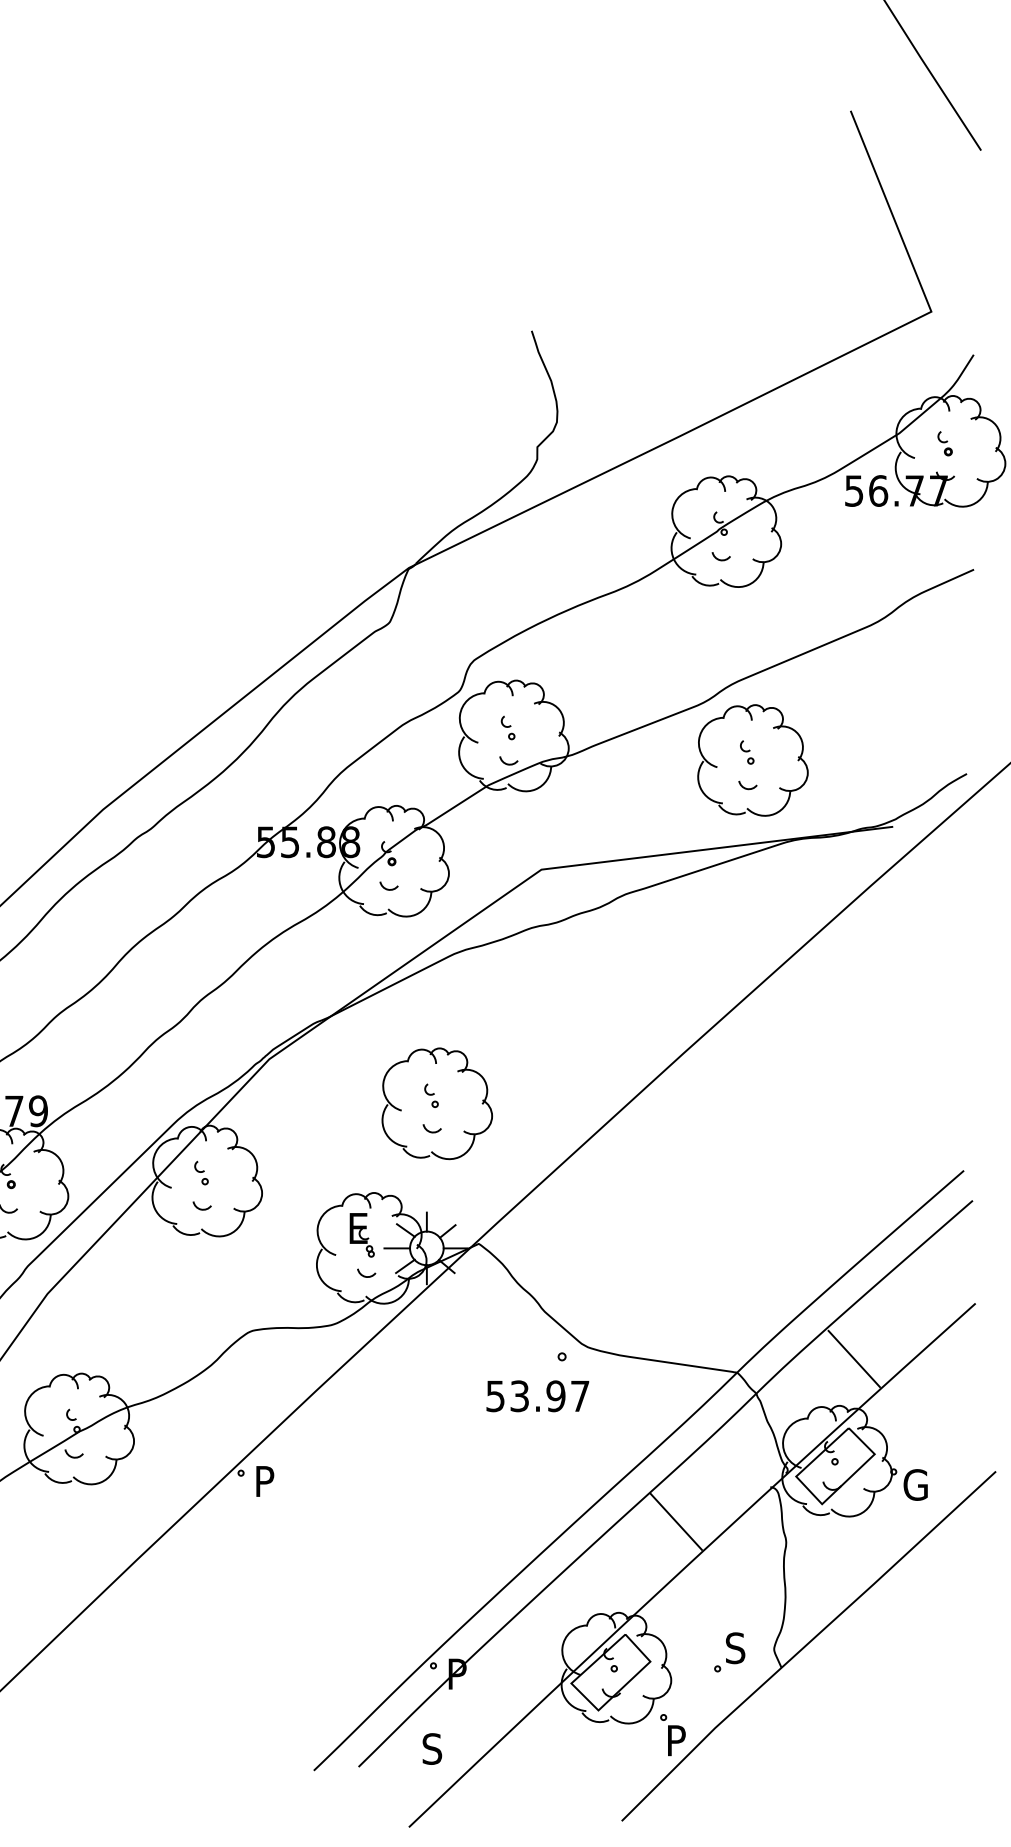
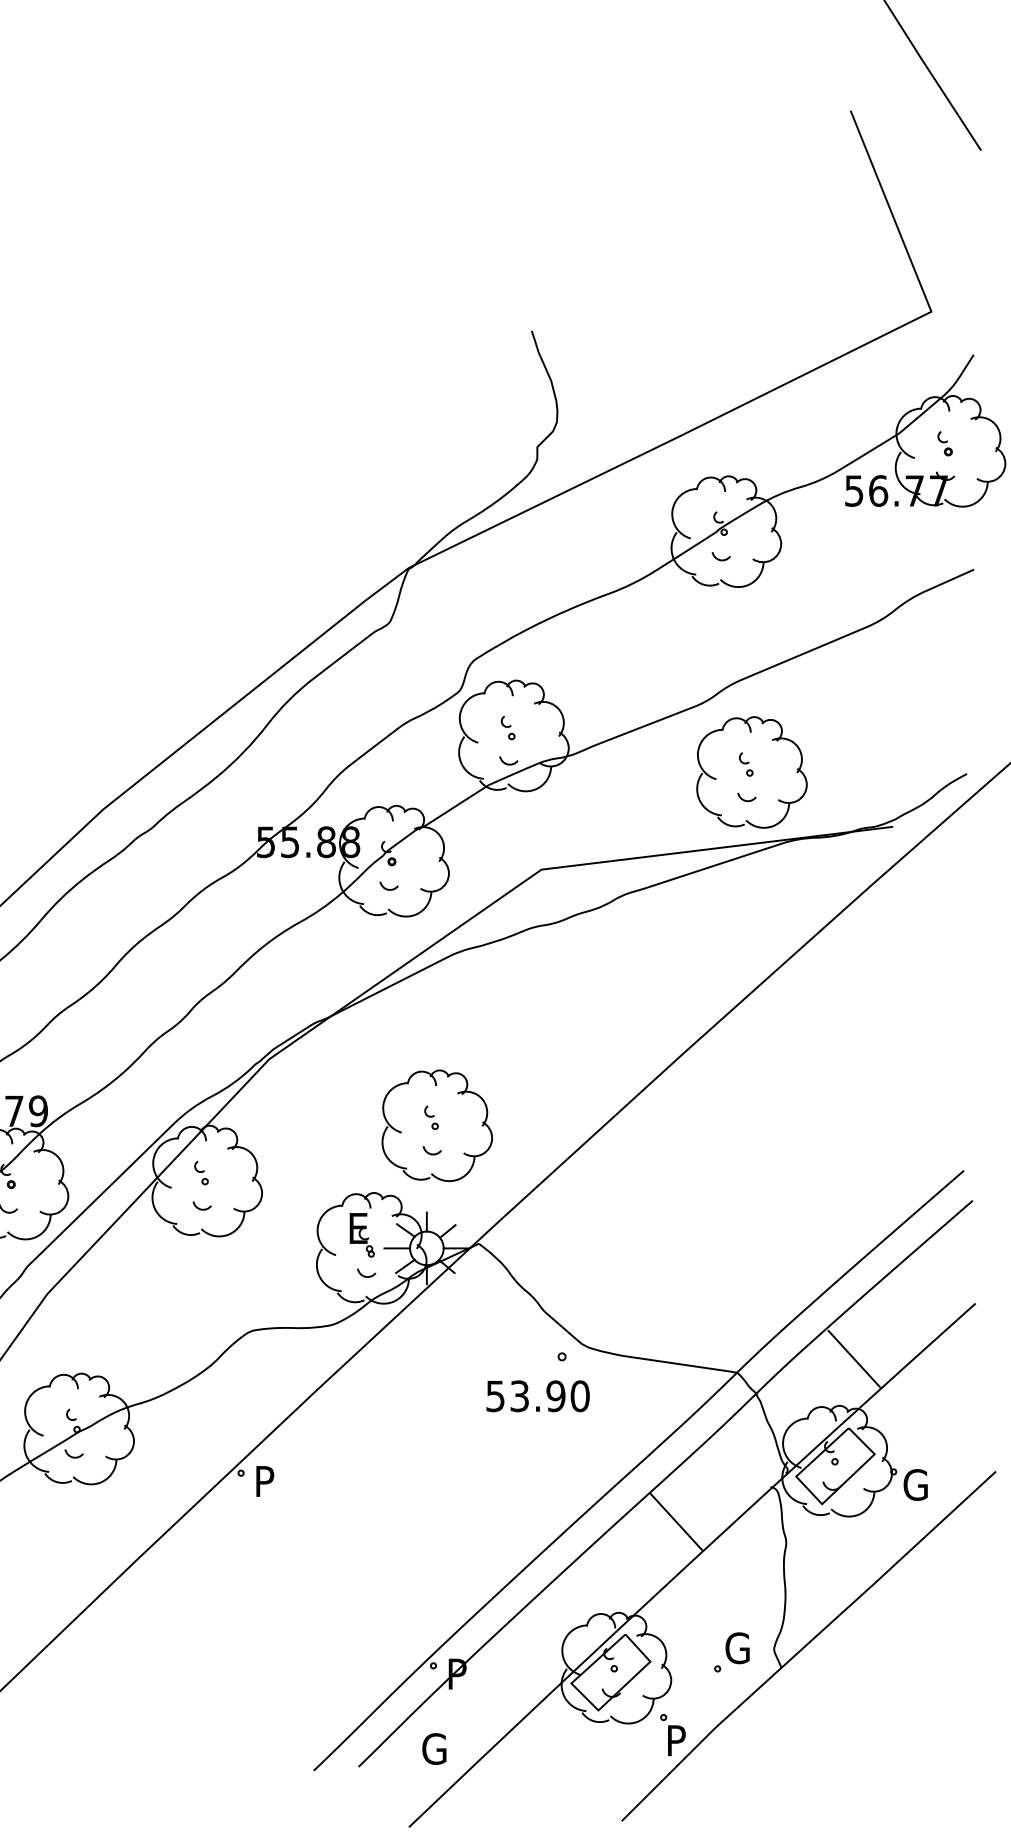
part at (752, 760) position: (752, 760) -> (751, 772)
part at (436, 1103) position: (436, 1103) -> (436, 1125)
text at (579, 1396): 53.97 -> 53.90
text at (737, 1648): S -> G
text at (434, 1748): S -> G
